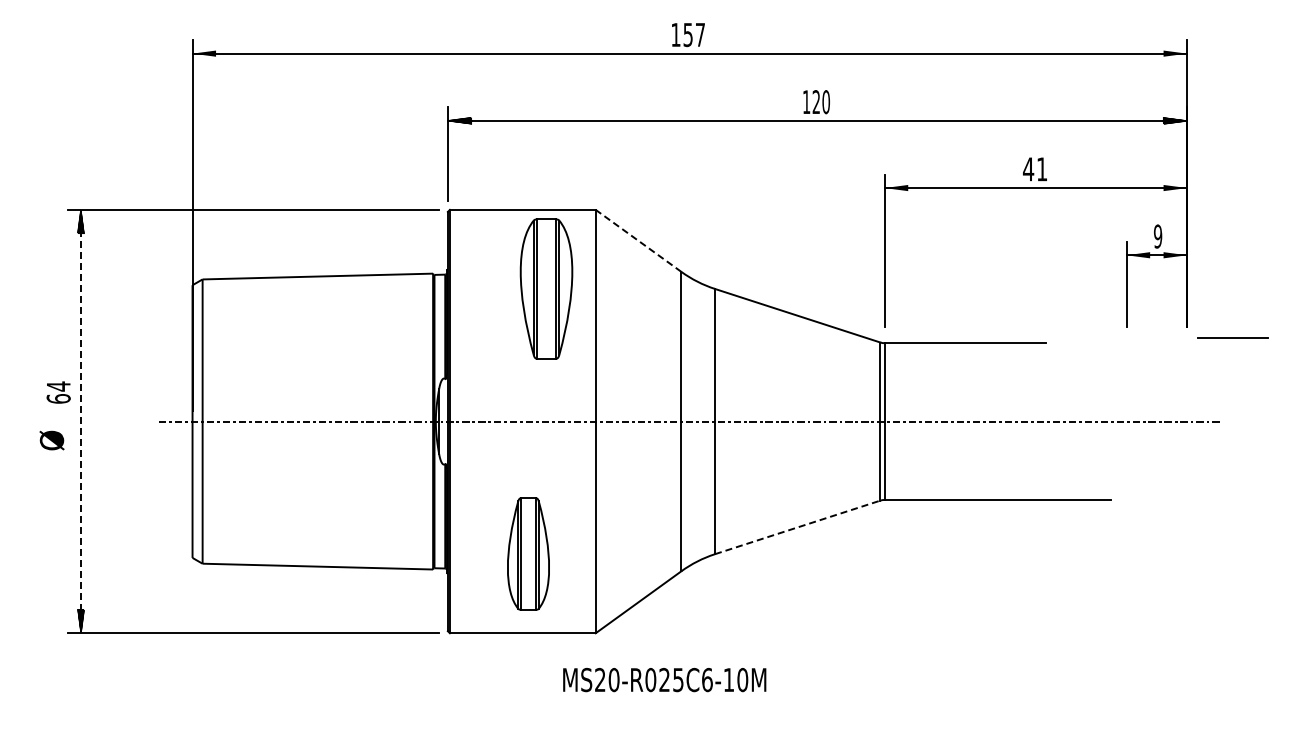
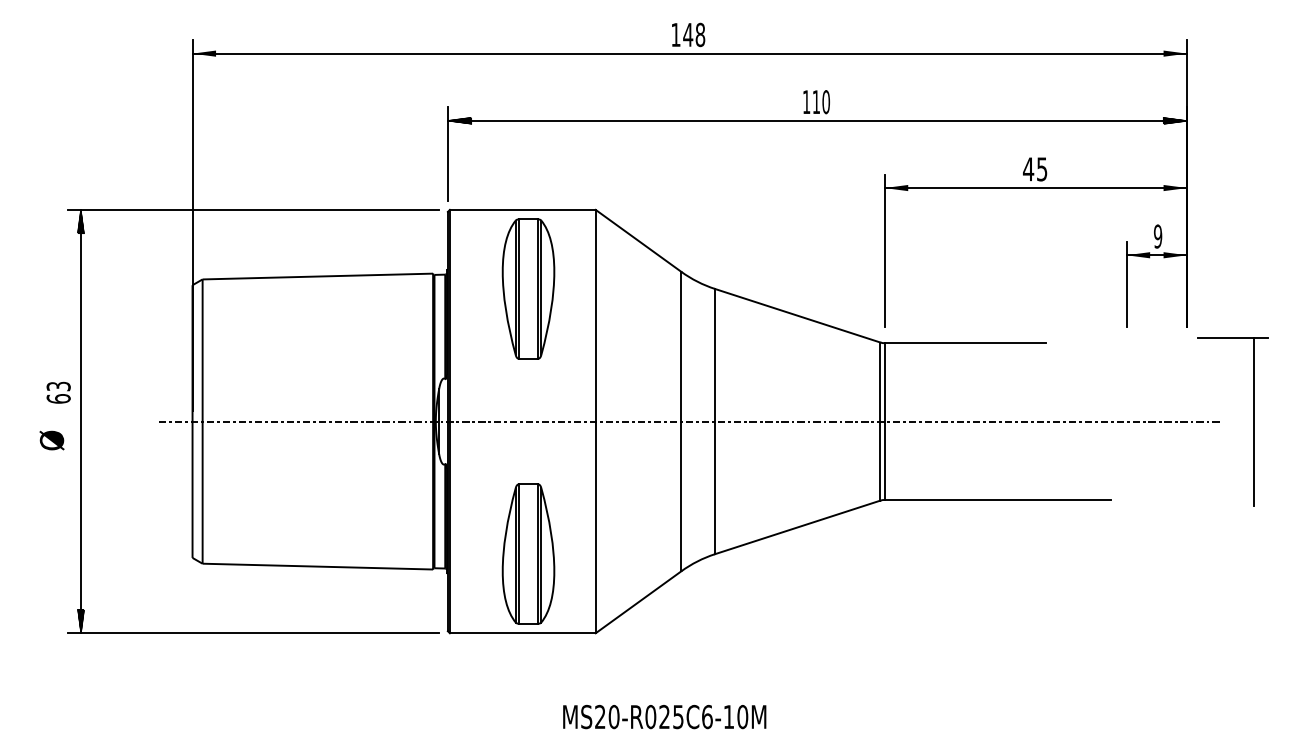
text at (694, 34): 157 -> 148
text at (815, 101): 120 -> 110
text at (1042, 169): 41 -> 45
line at (638, 240): dashed -> solid
part at (546, 288) position: (546, 288) -> (528, 288)
text at (58, 386): 64 -> 63
line at (80, 421): dashed -> solid
line at (1254, 421): none -> present
line at (797, 527): dashed -> solid
part at (528, 553) size: 43x114 px -> 55x142 px
text at (664, 679) position: (664, 679) -> (664, 716)
